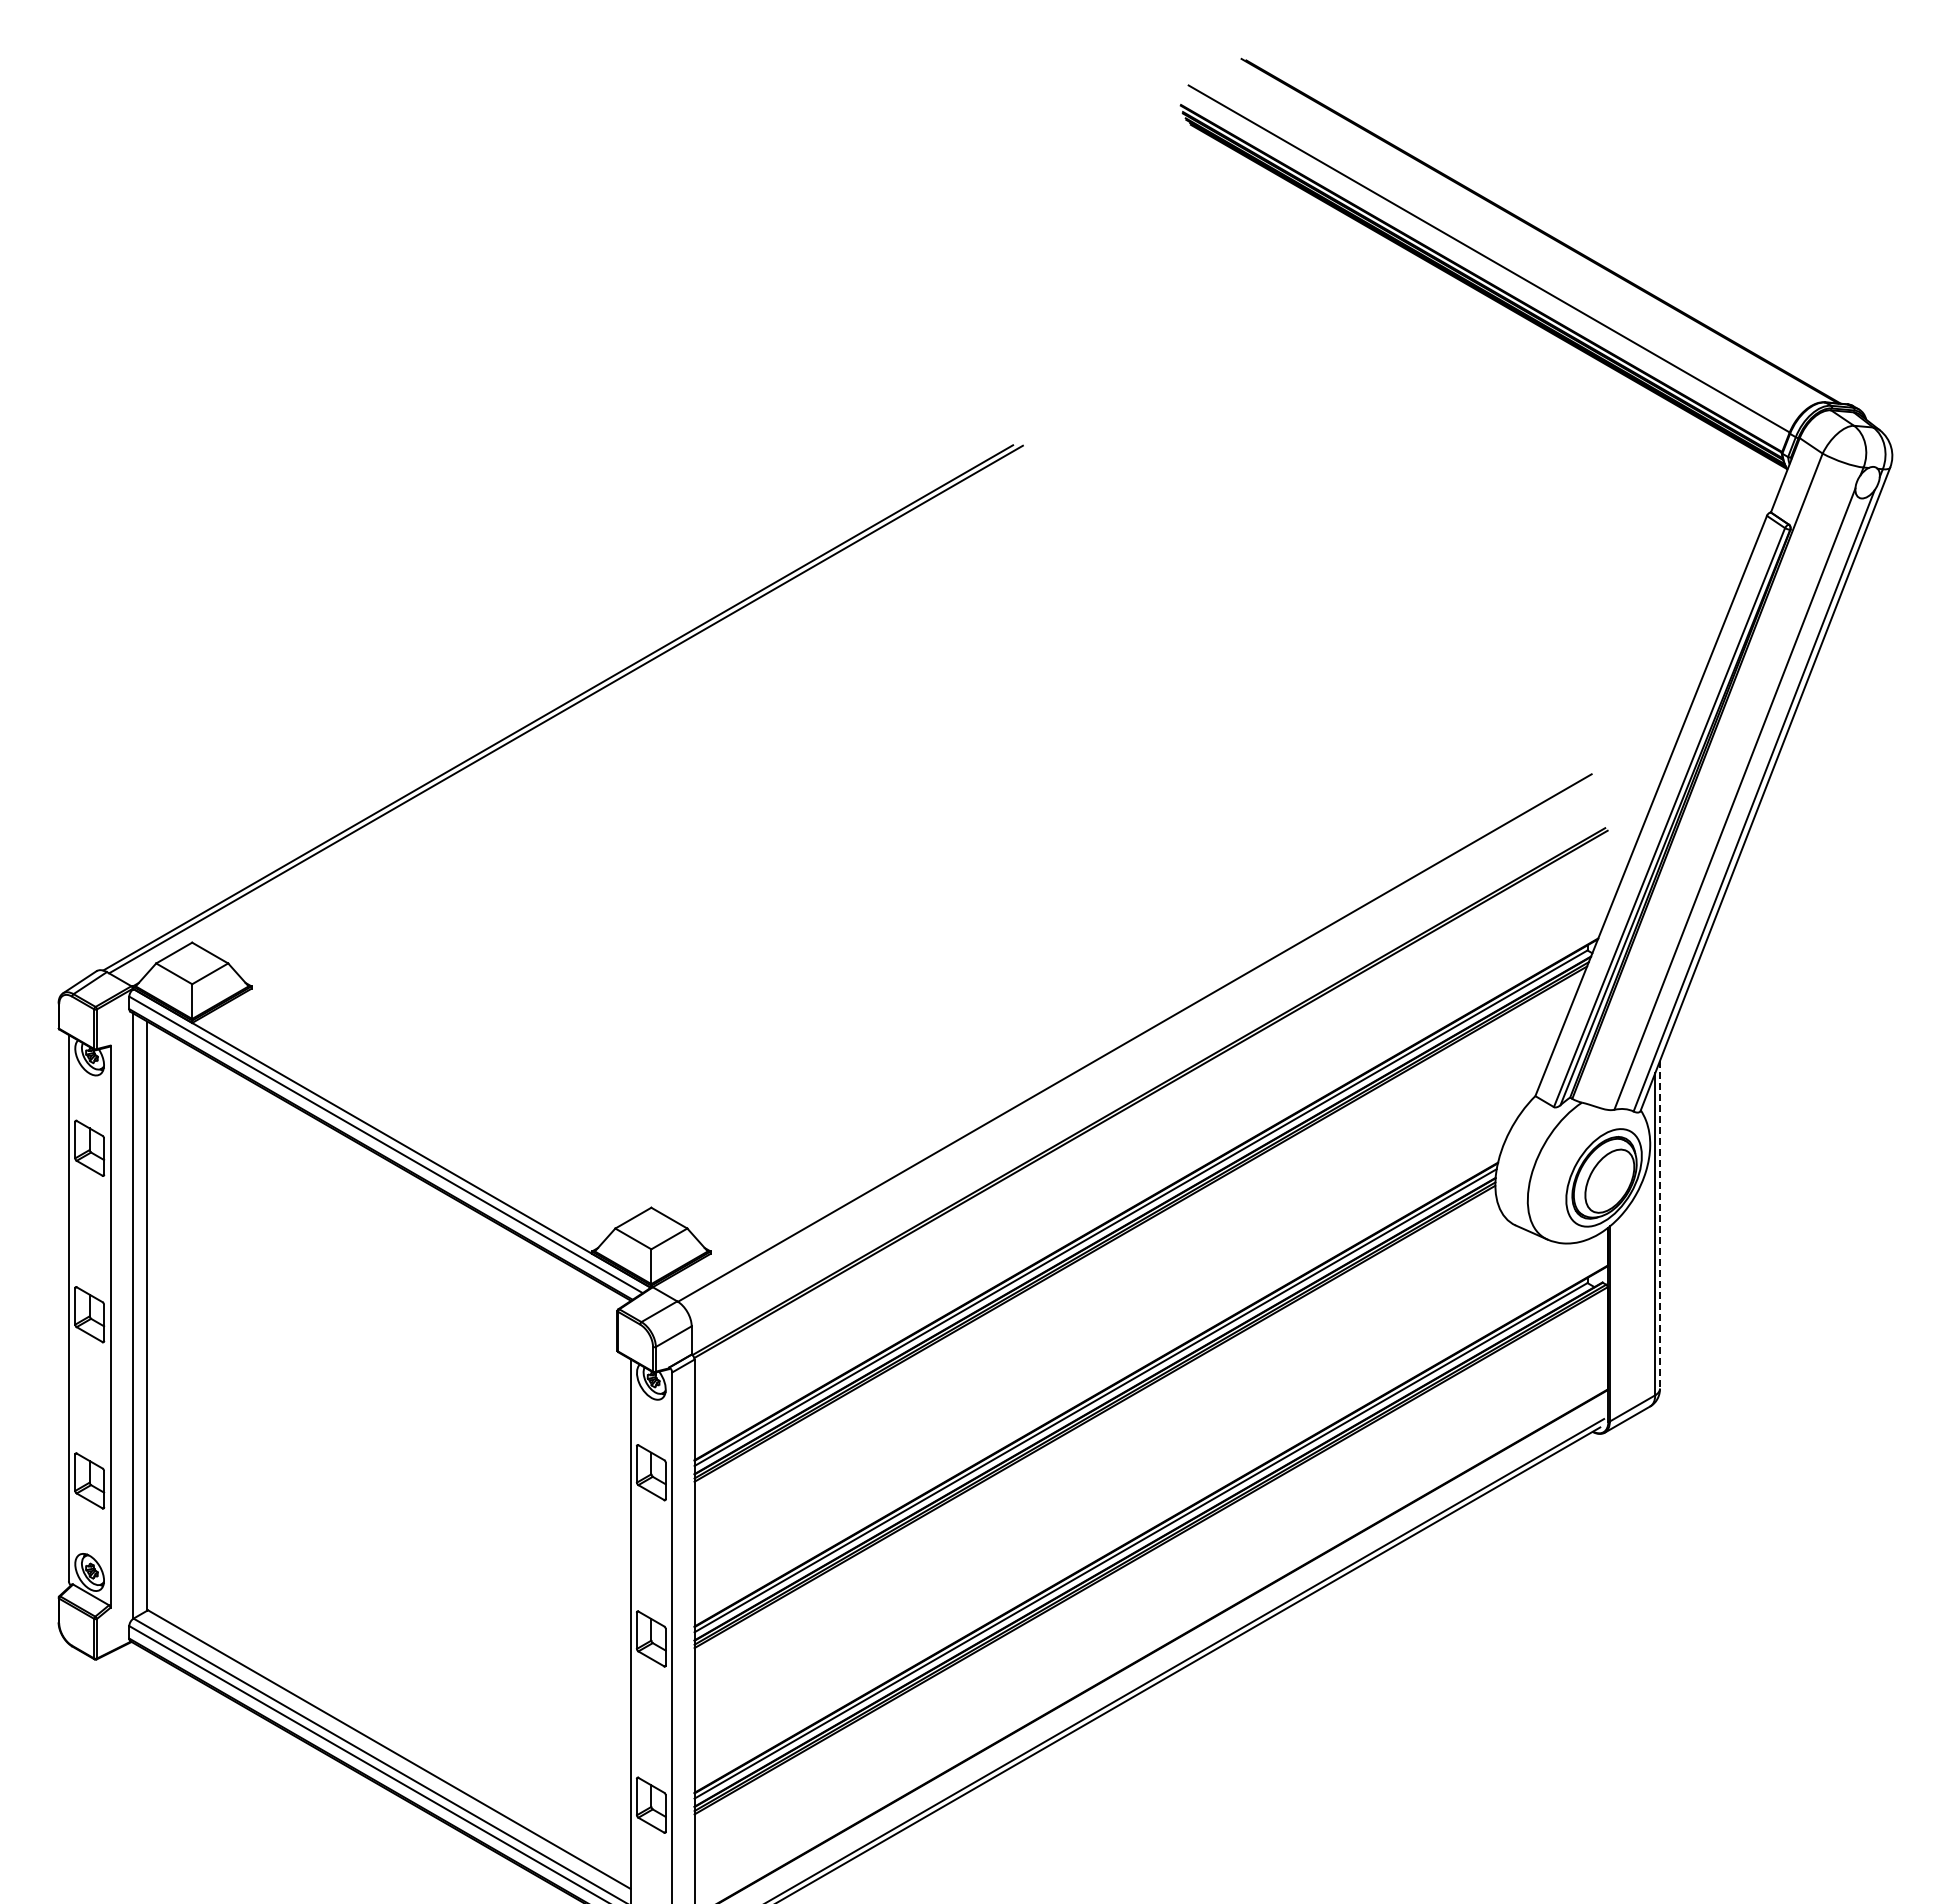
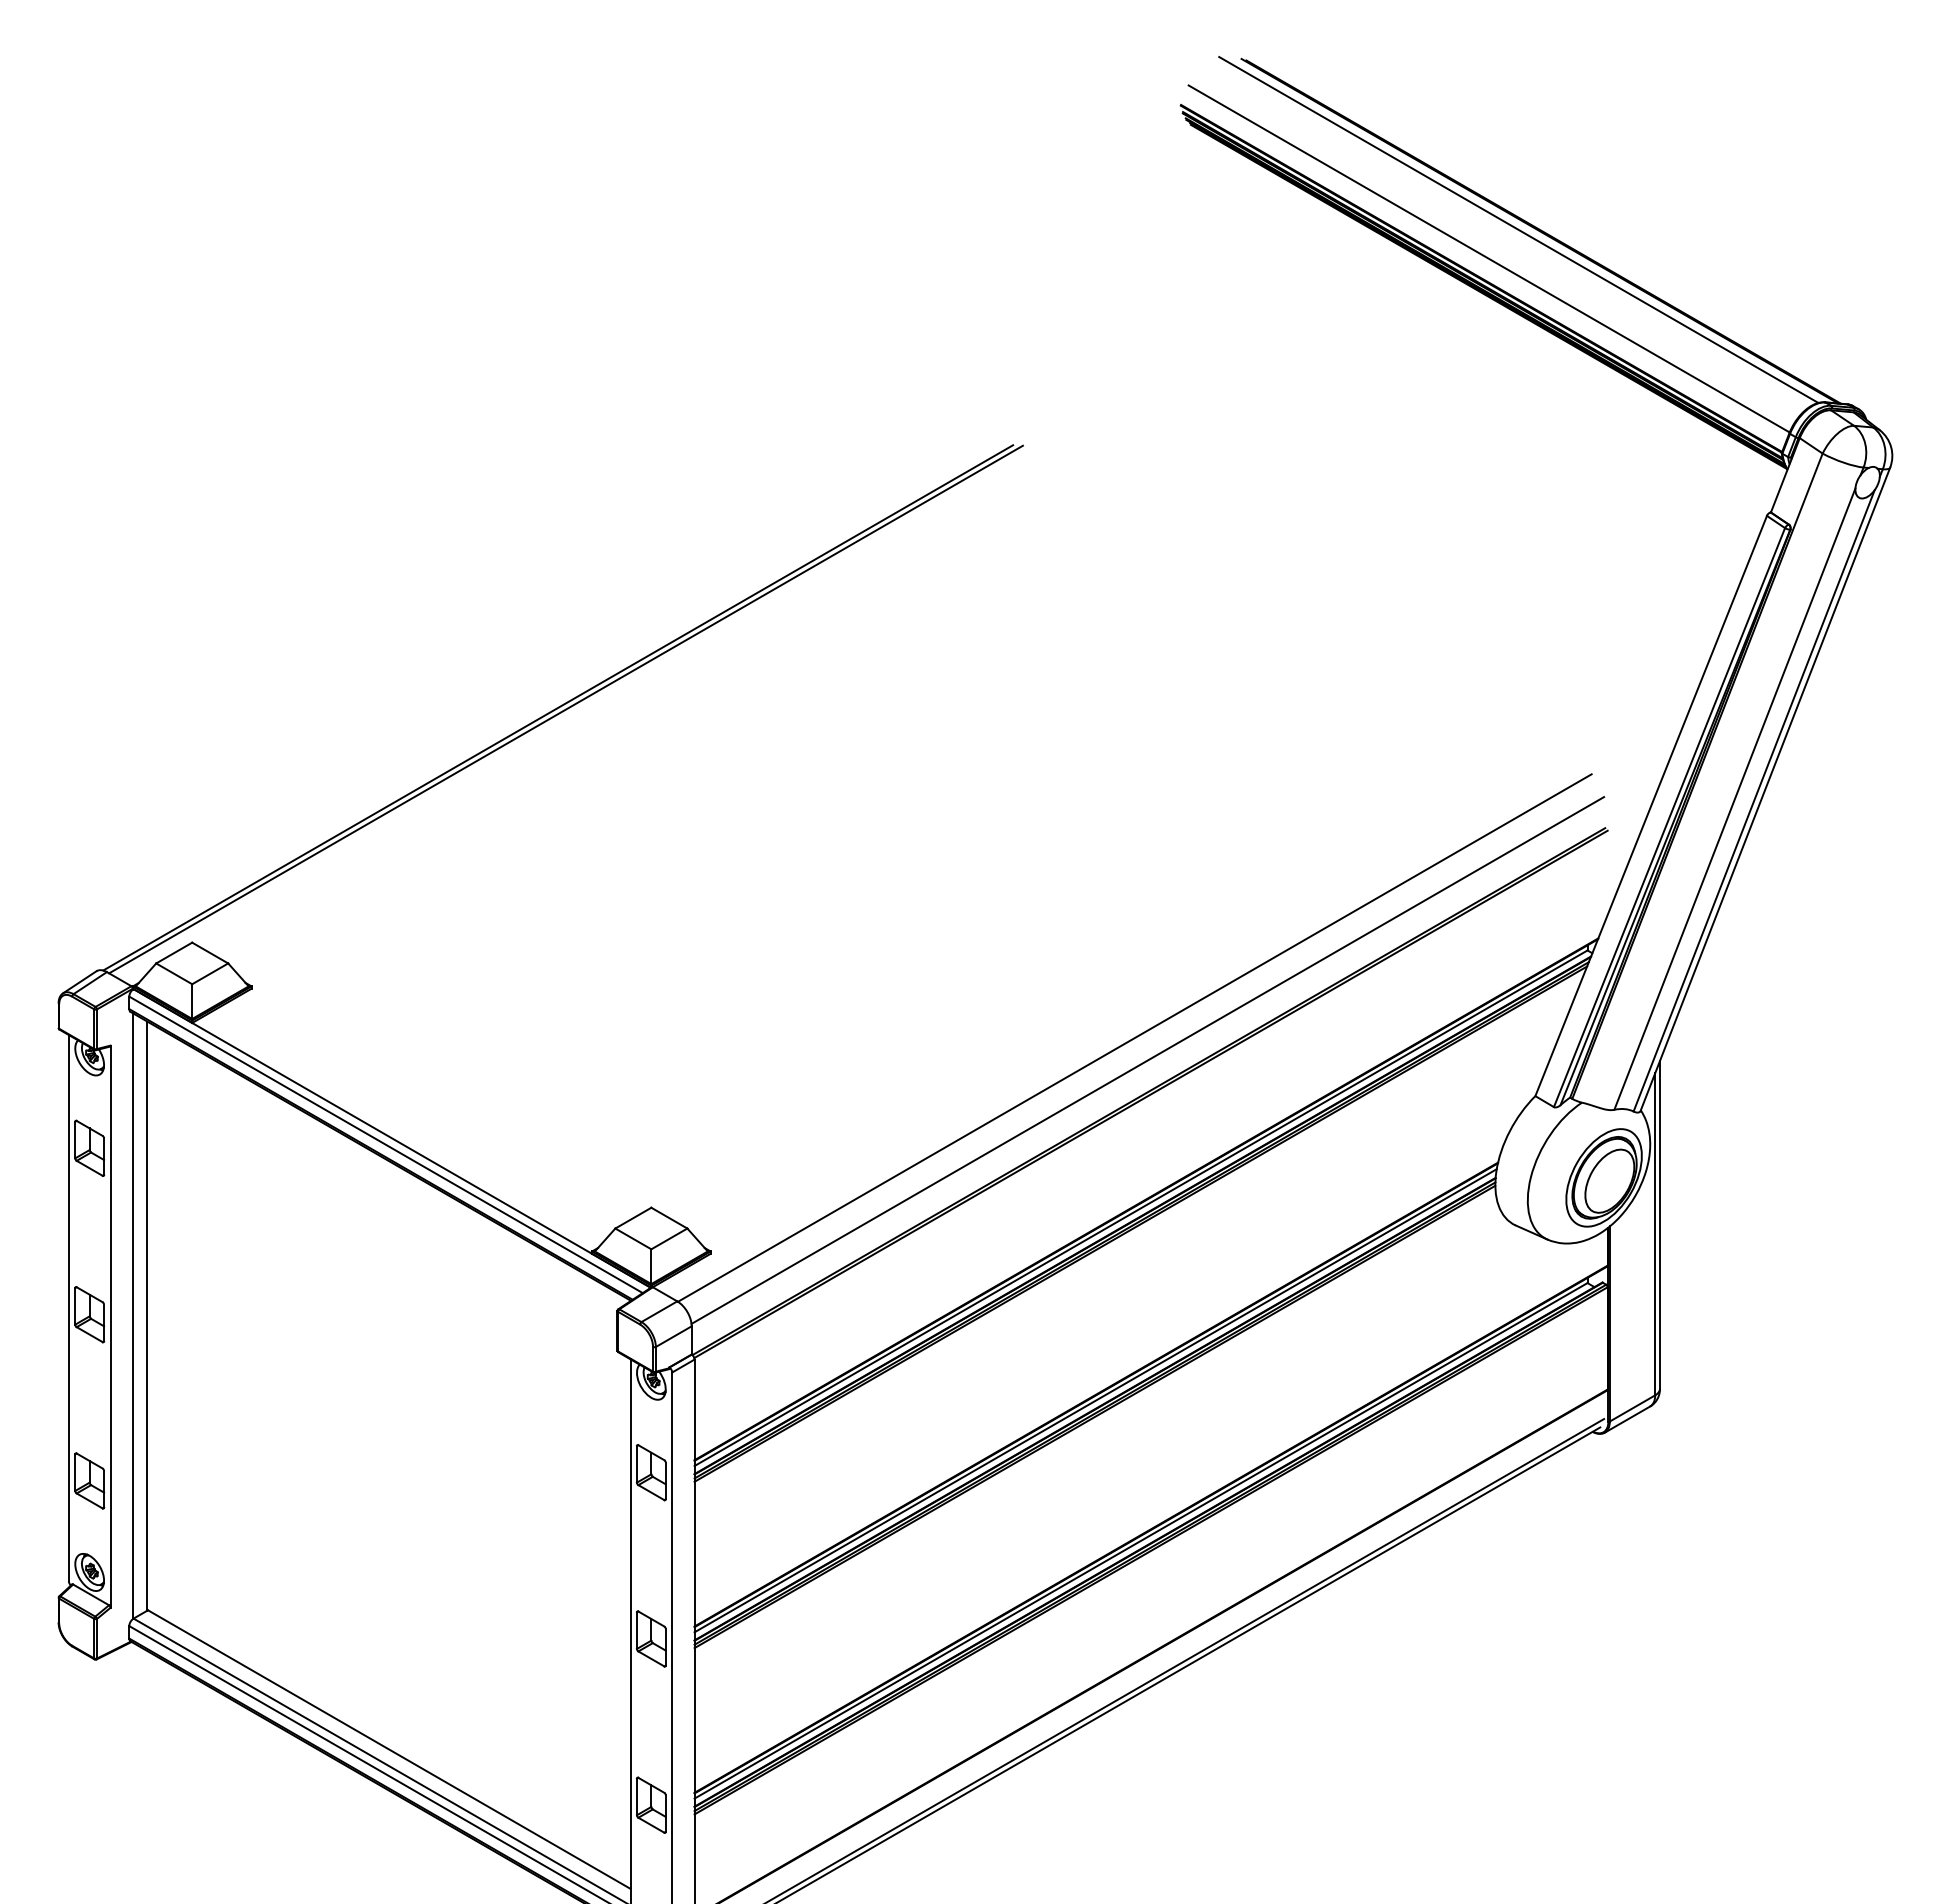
line at (1518, 229): none -> present
line at (1147, 1060): none -> present
line at (1659, 1224): dashed -> solid
